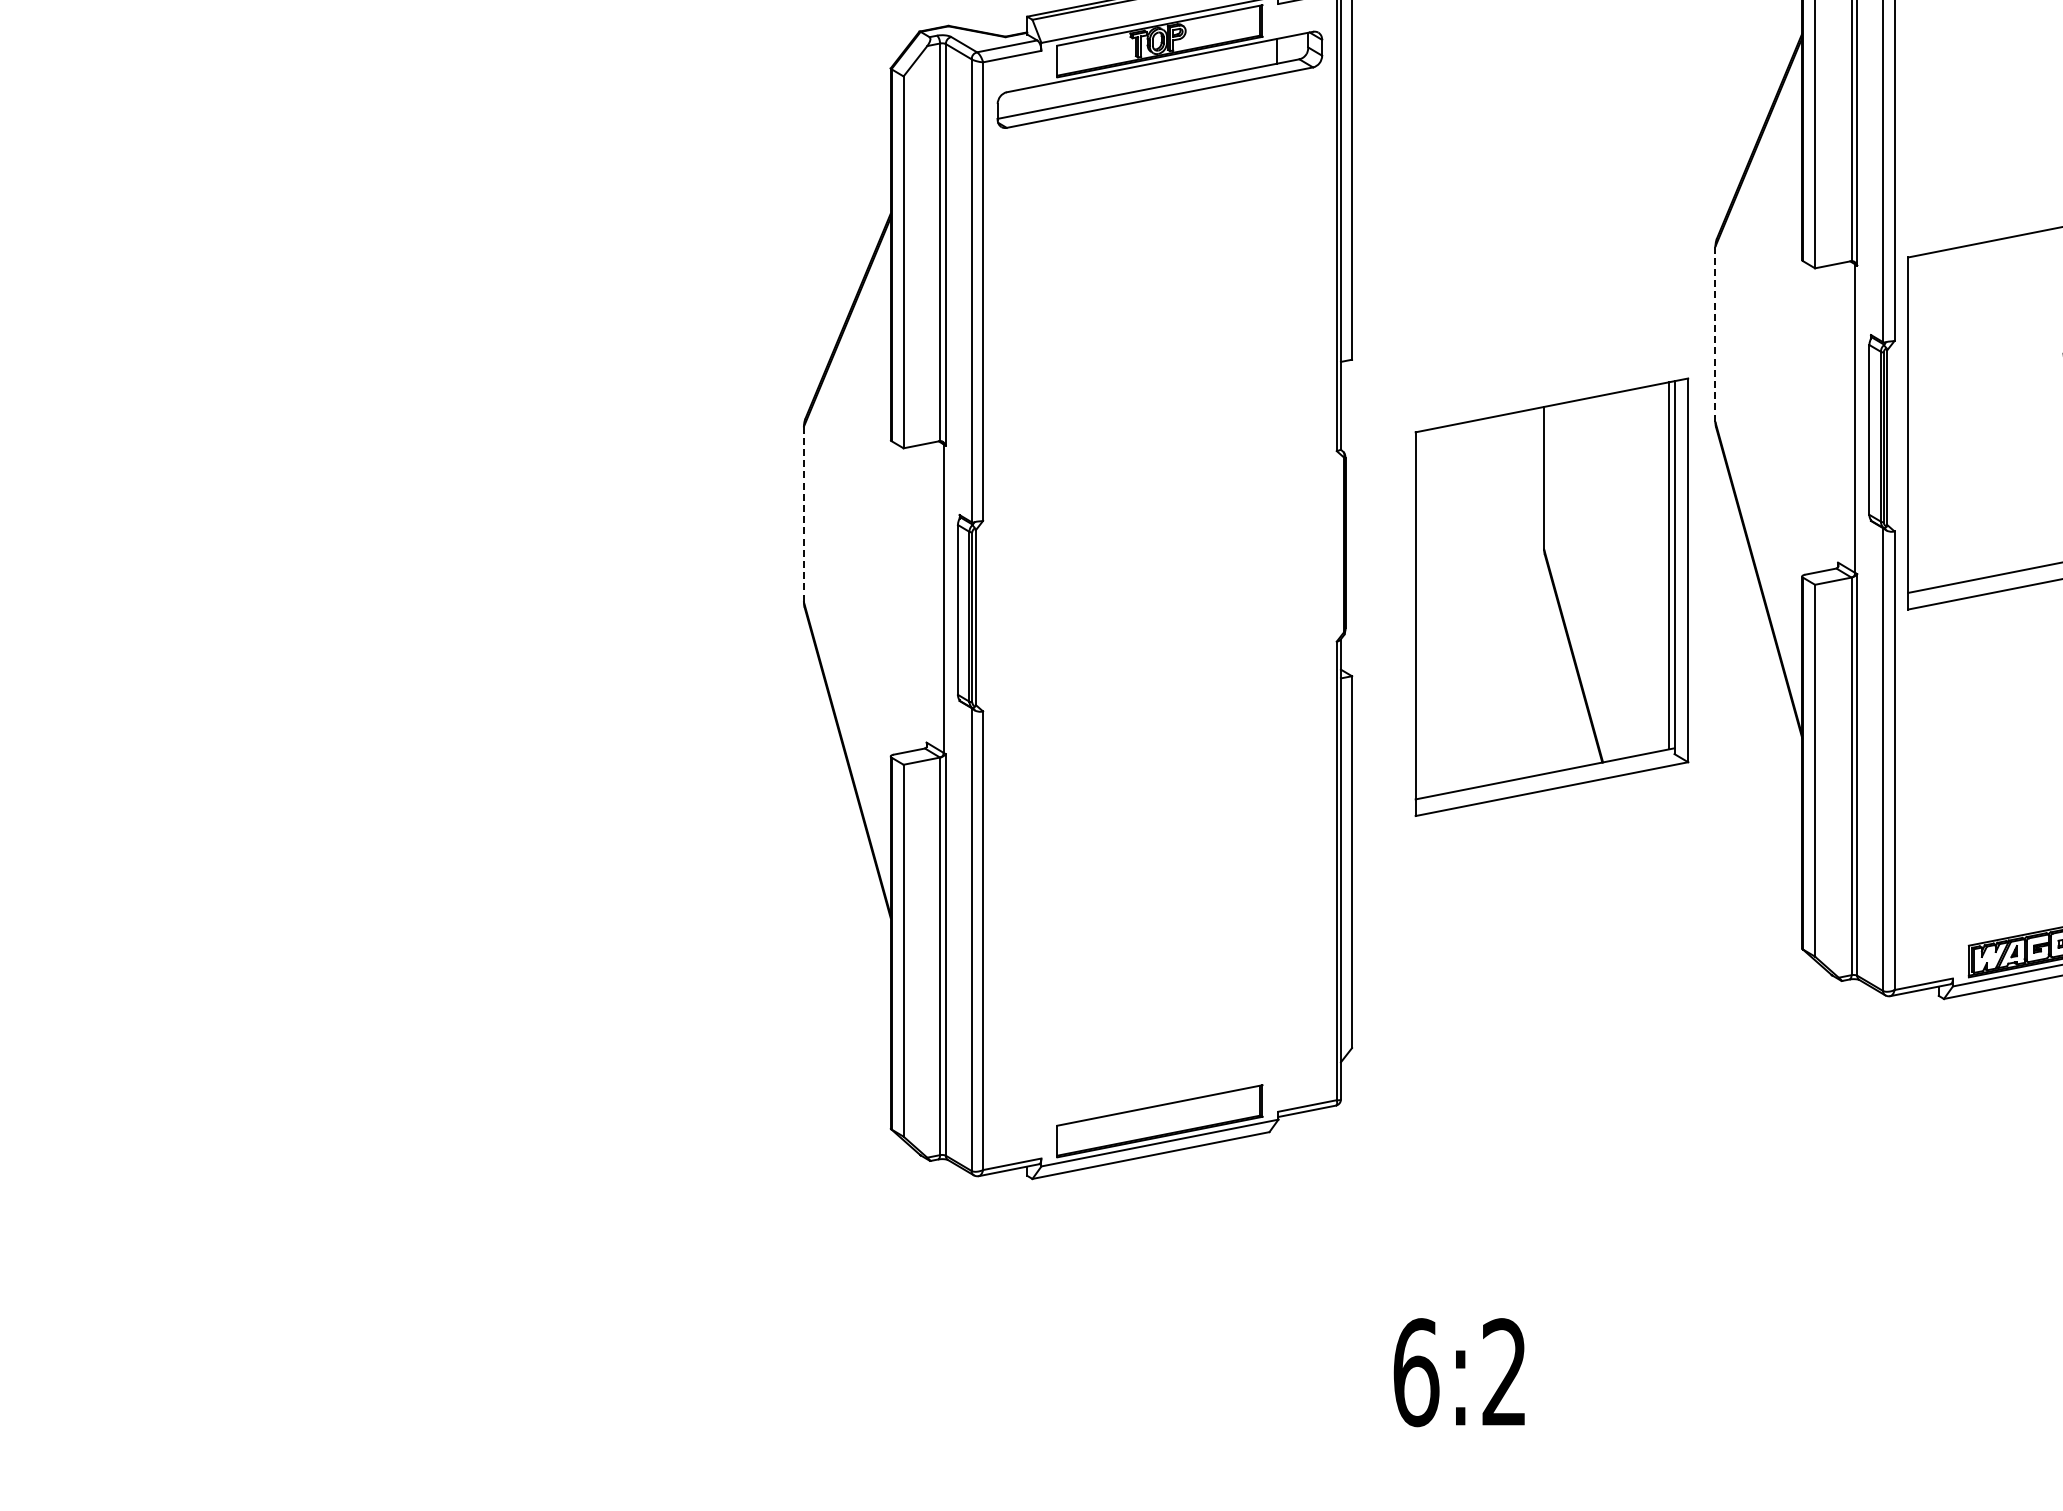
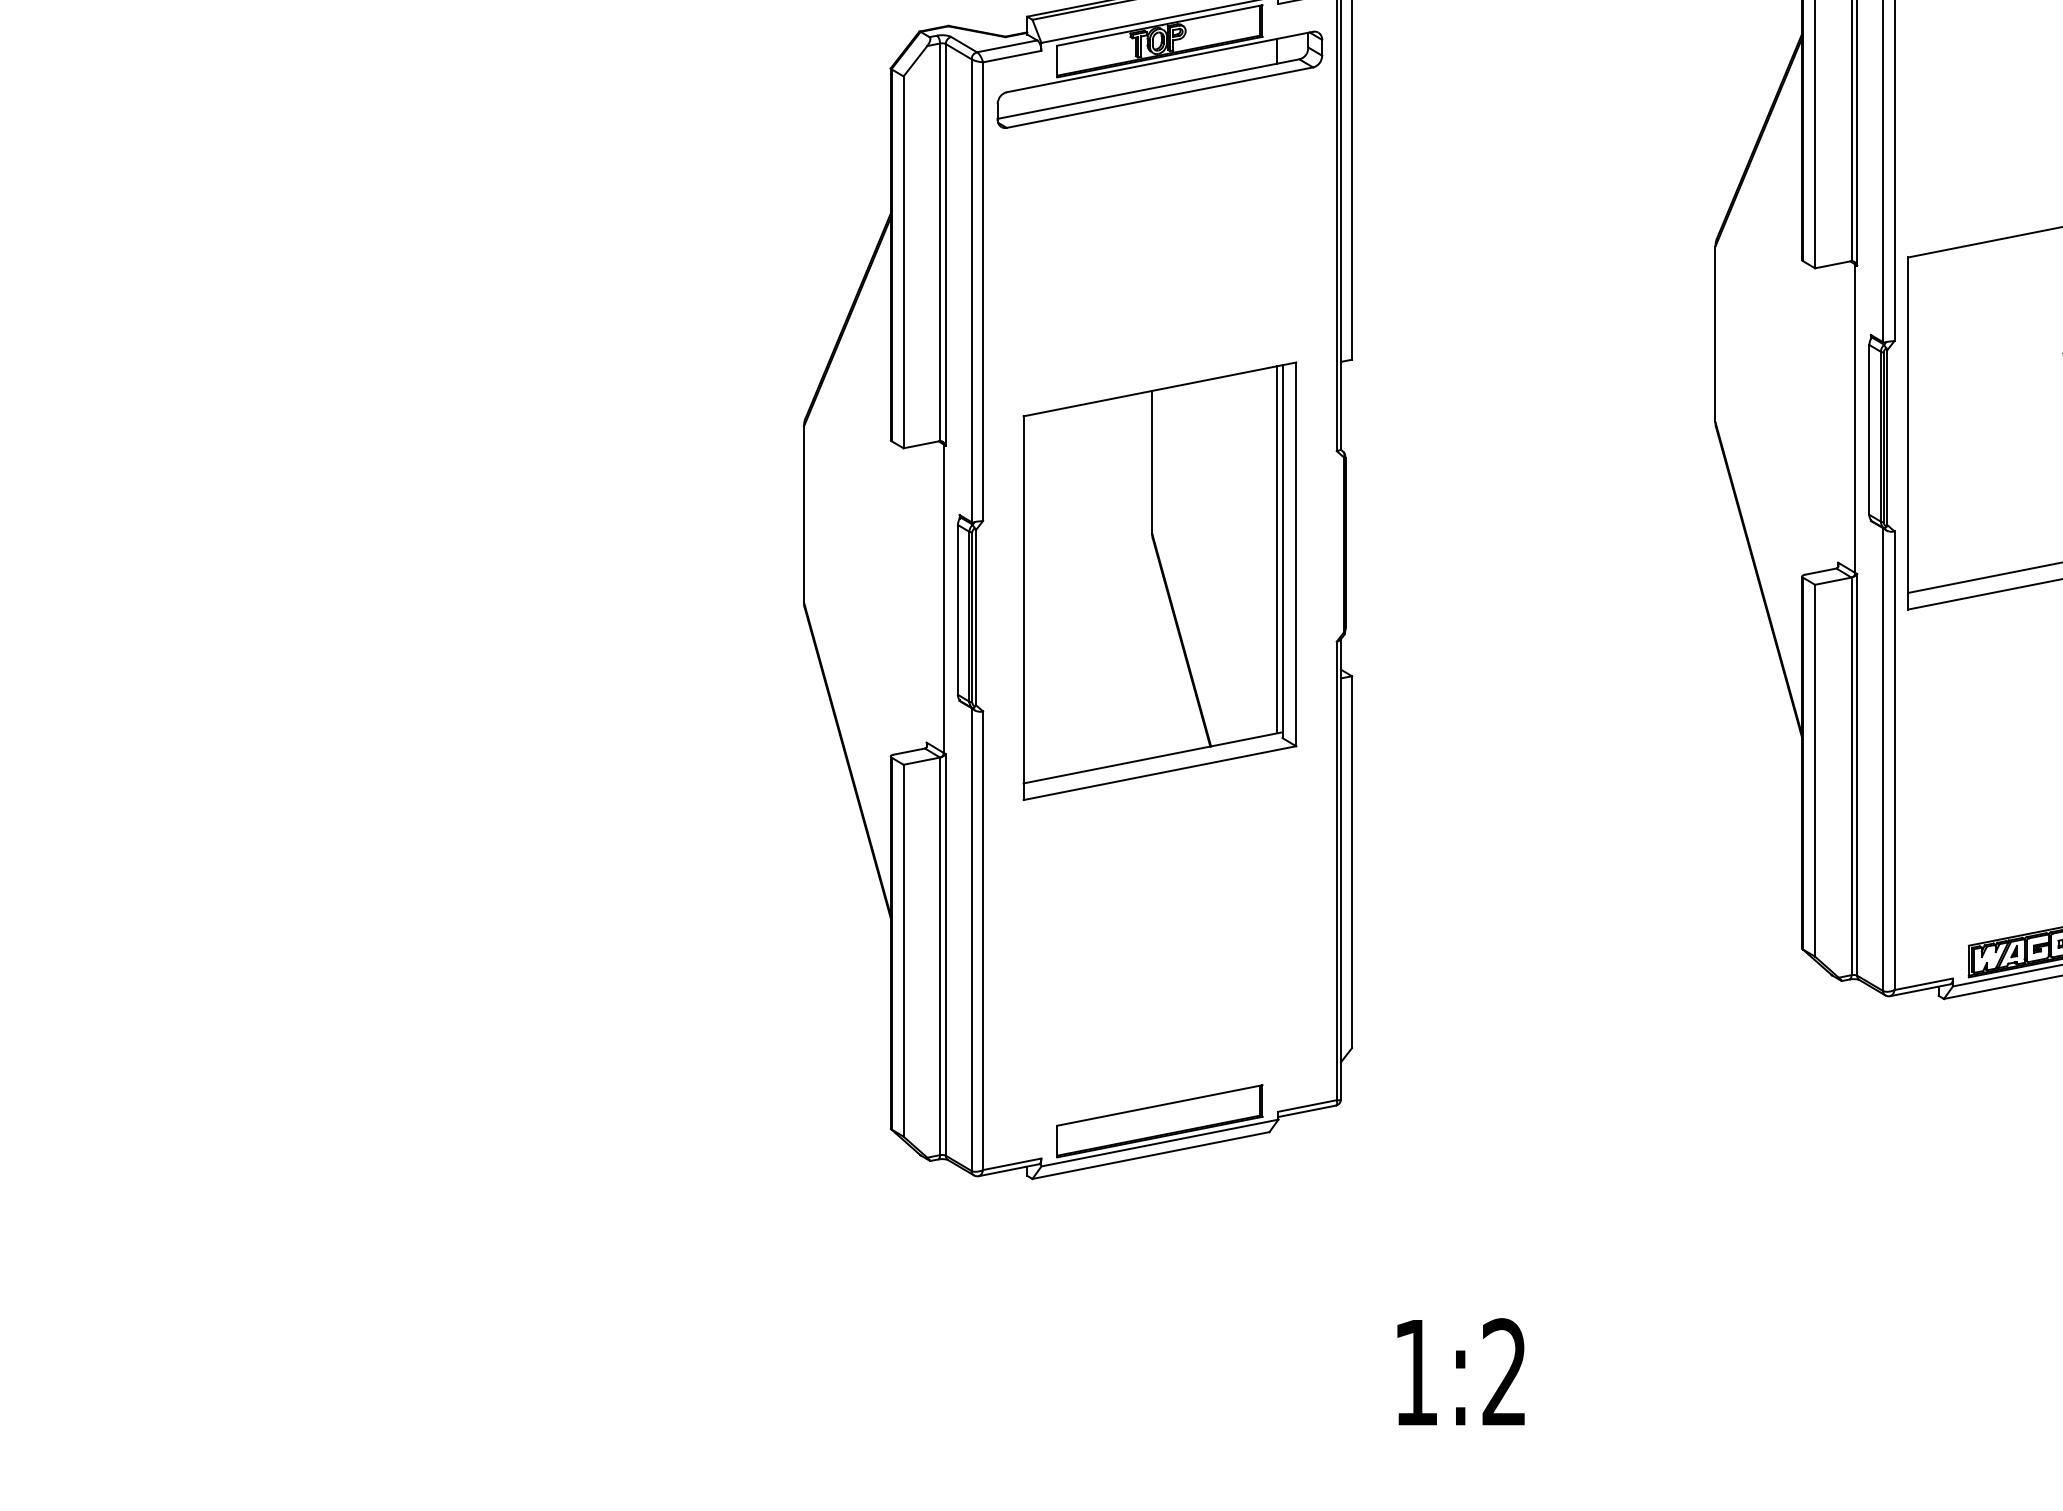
line at (1715, 334): dashed -> solid
line at (803, 514): dashed -> solid
part at (1551, 596) position: (1551, 596) -> (1159, 580)
text at (1416, 1372): 6:2 -> 1:2
